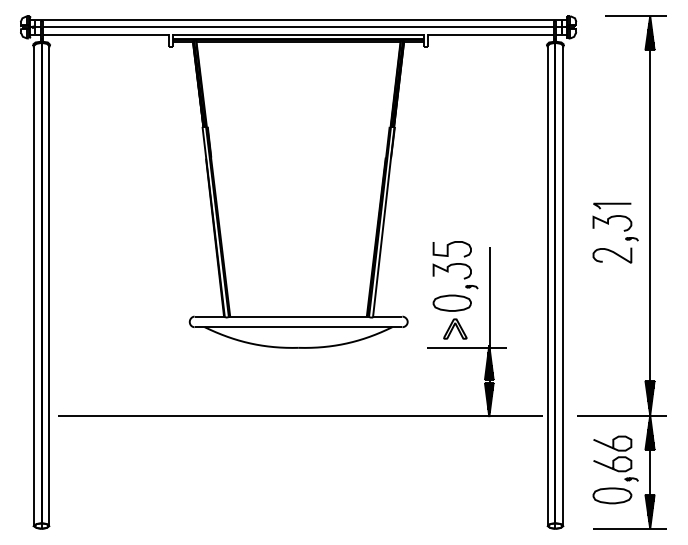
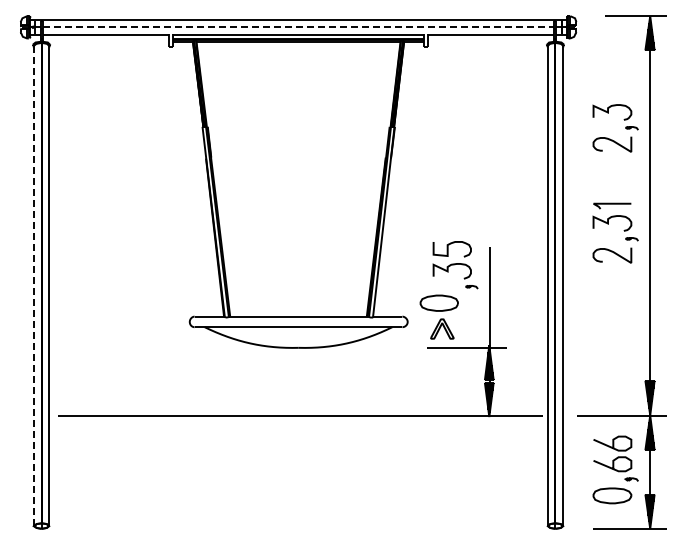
line at (298, 27): solid -> dashed
part at (625, 128): none -> present
line at (33, 286): solid -> dashed
part at (451, 316) position: (451, 316) -> (438, 316)
